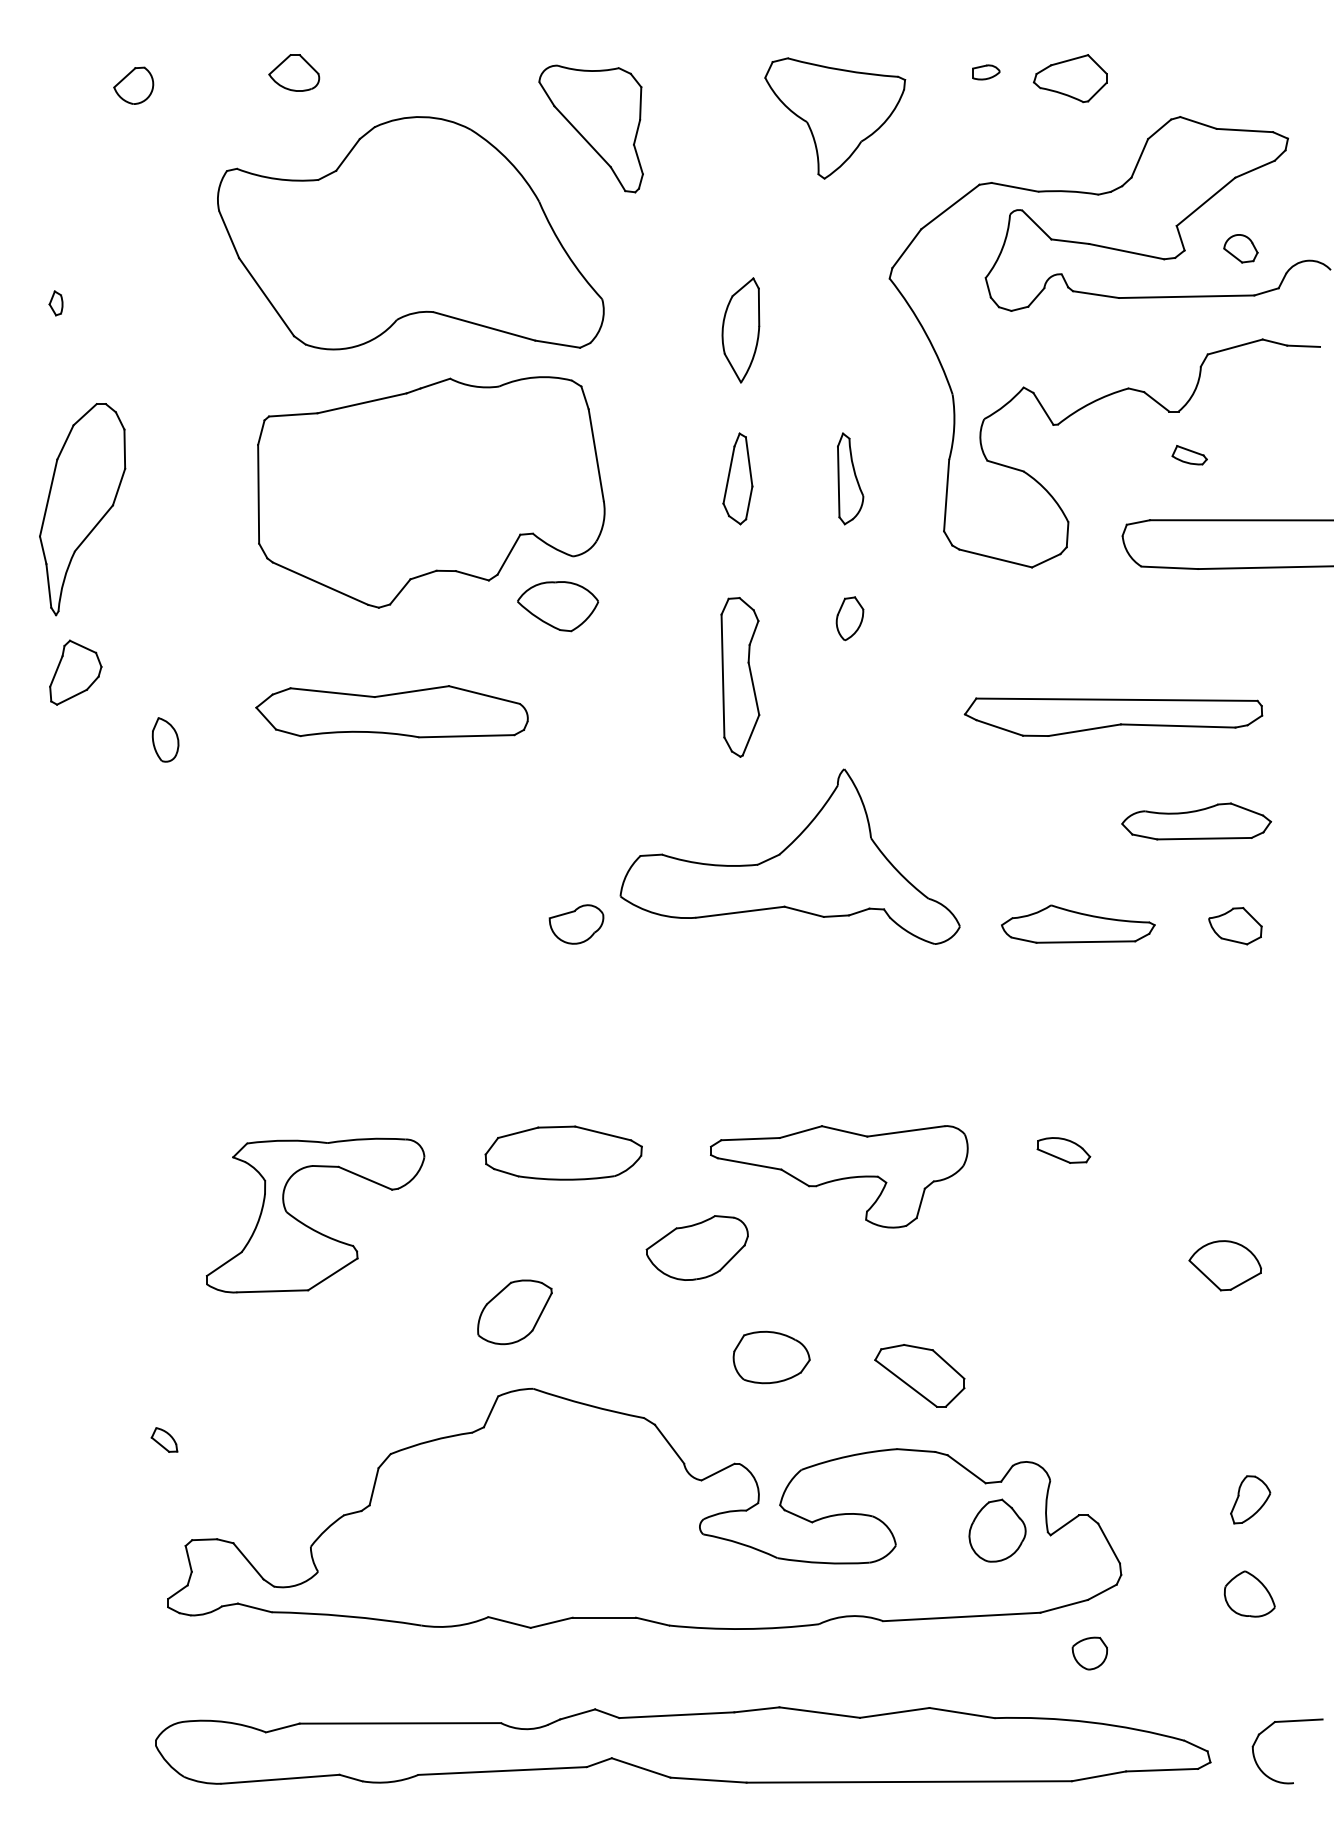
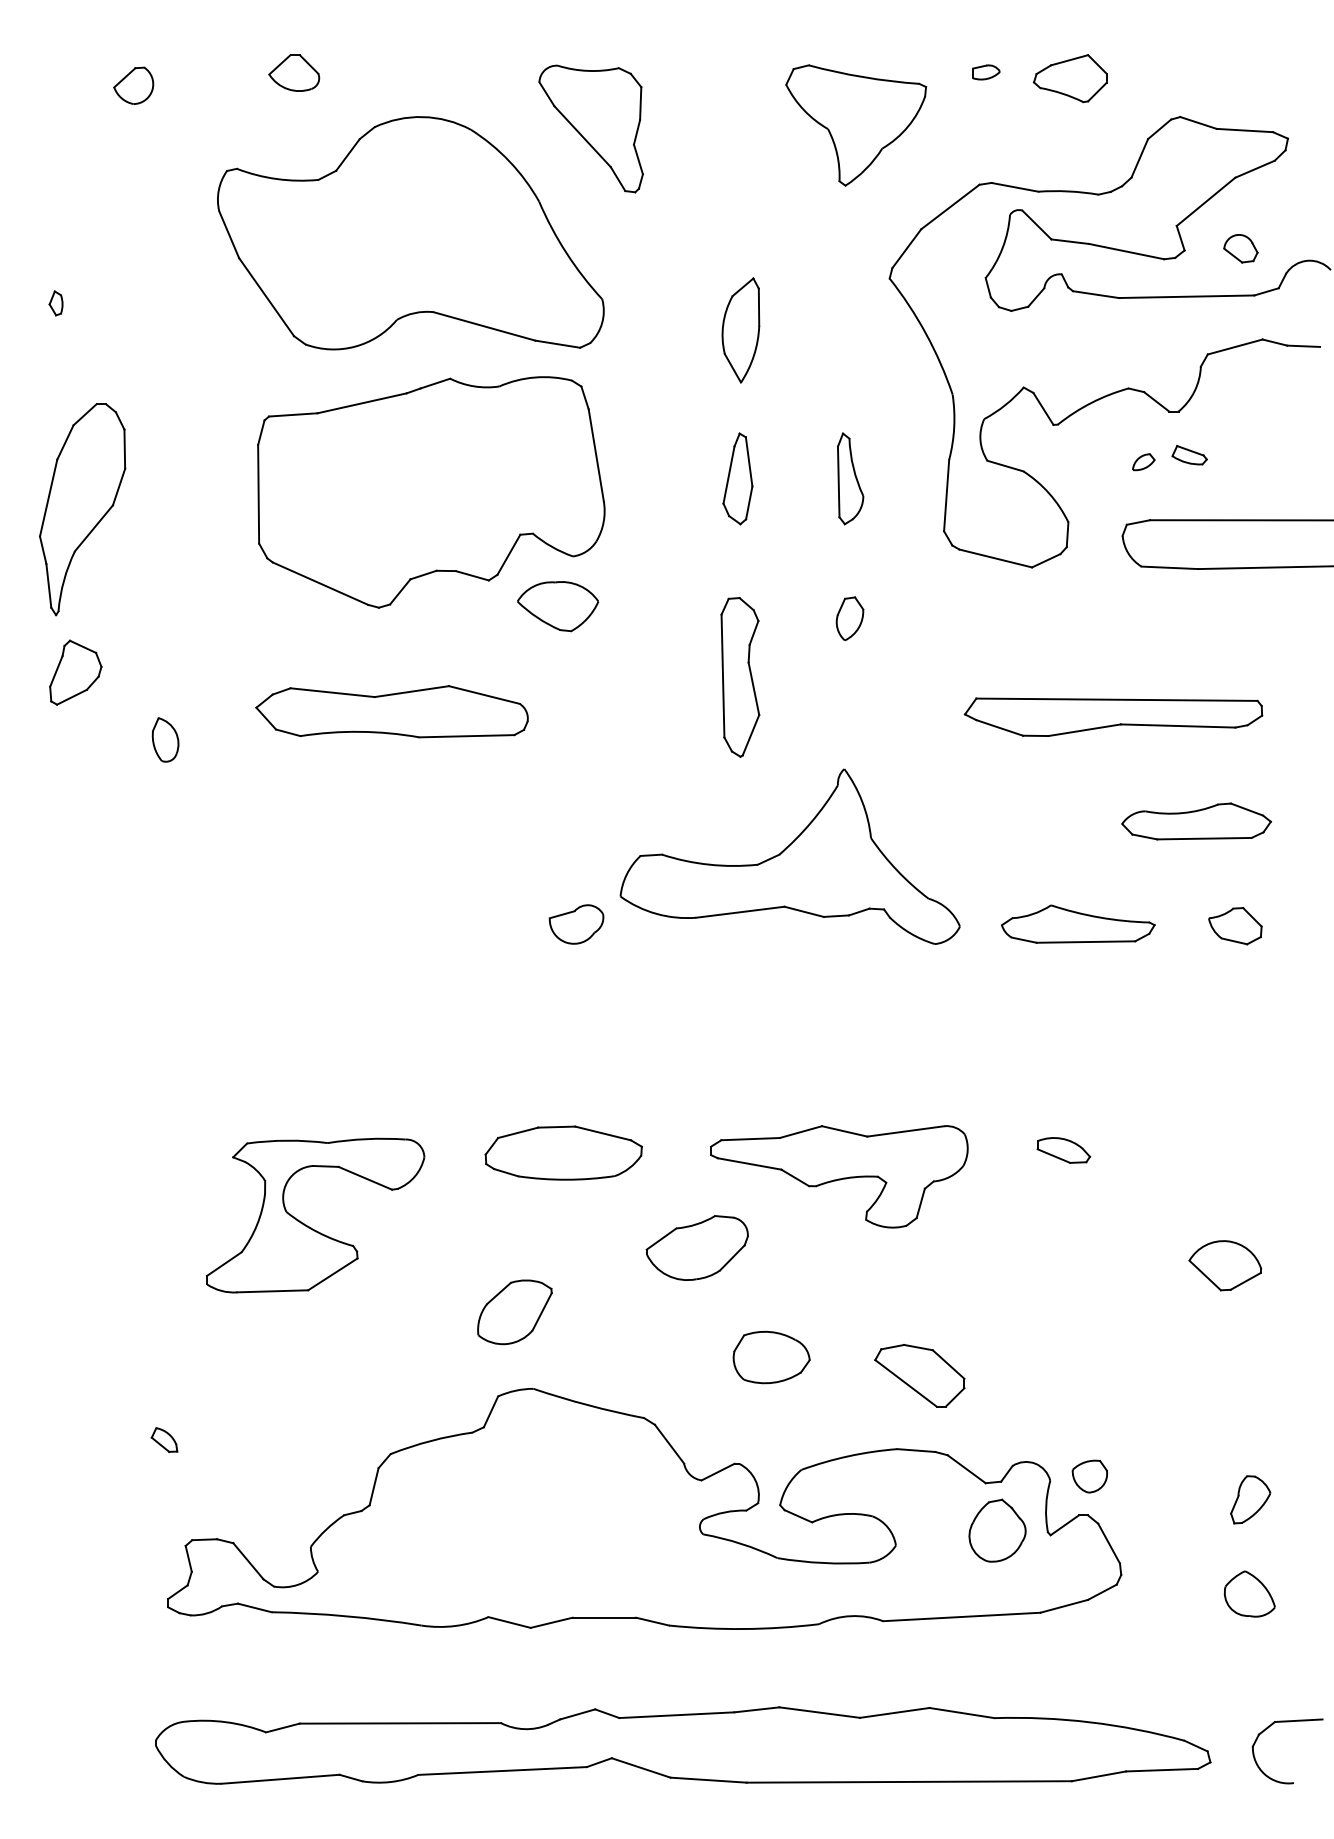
part at (835, 118) position: (835, 118) -> (856, 125)
part at (1143, 462): none -> present
part at (1089, 1653) position: (1089, 1653) -> (1089, 1476)
